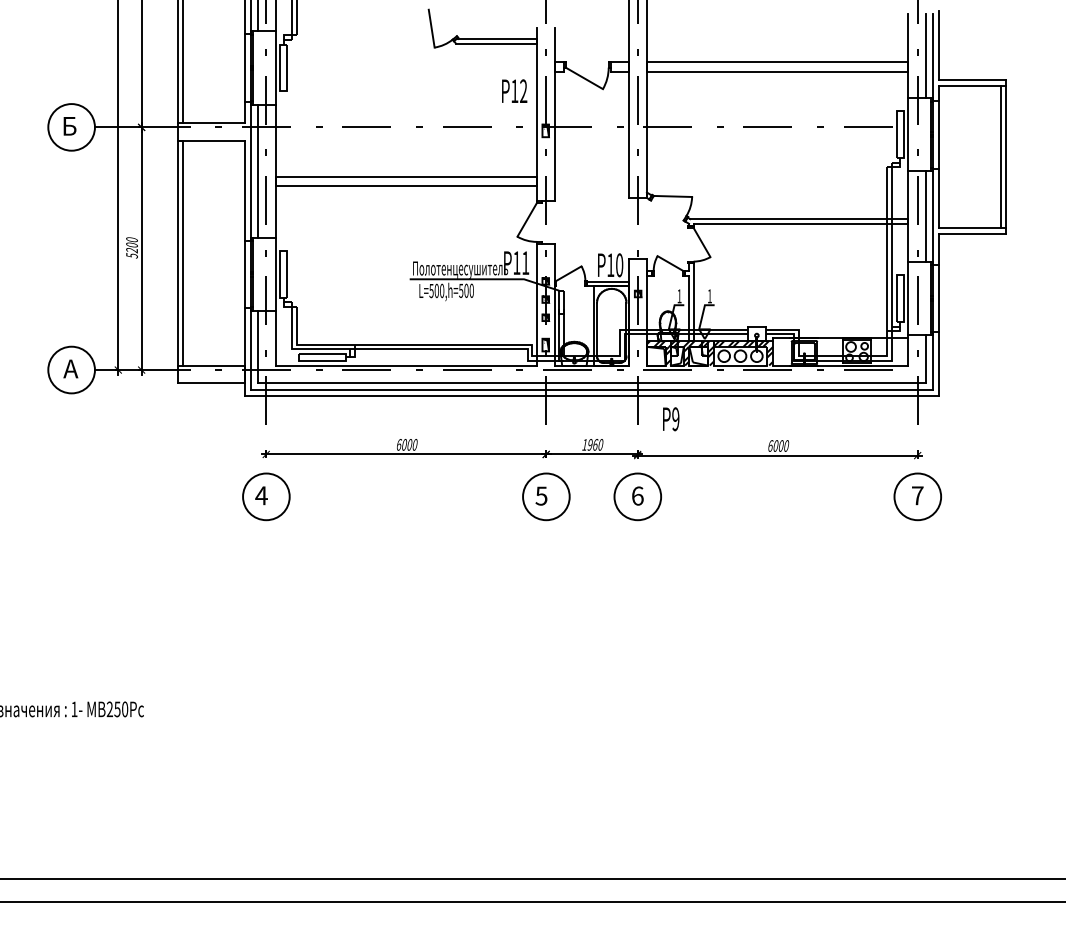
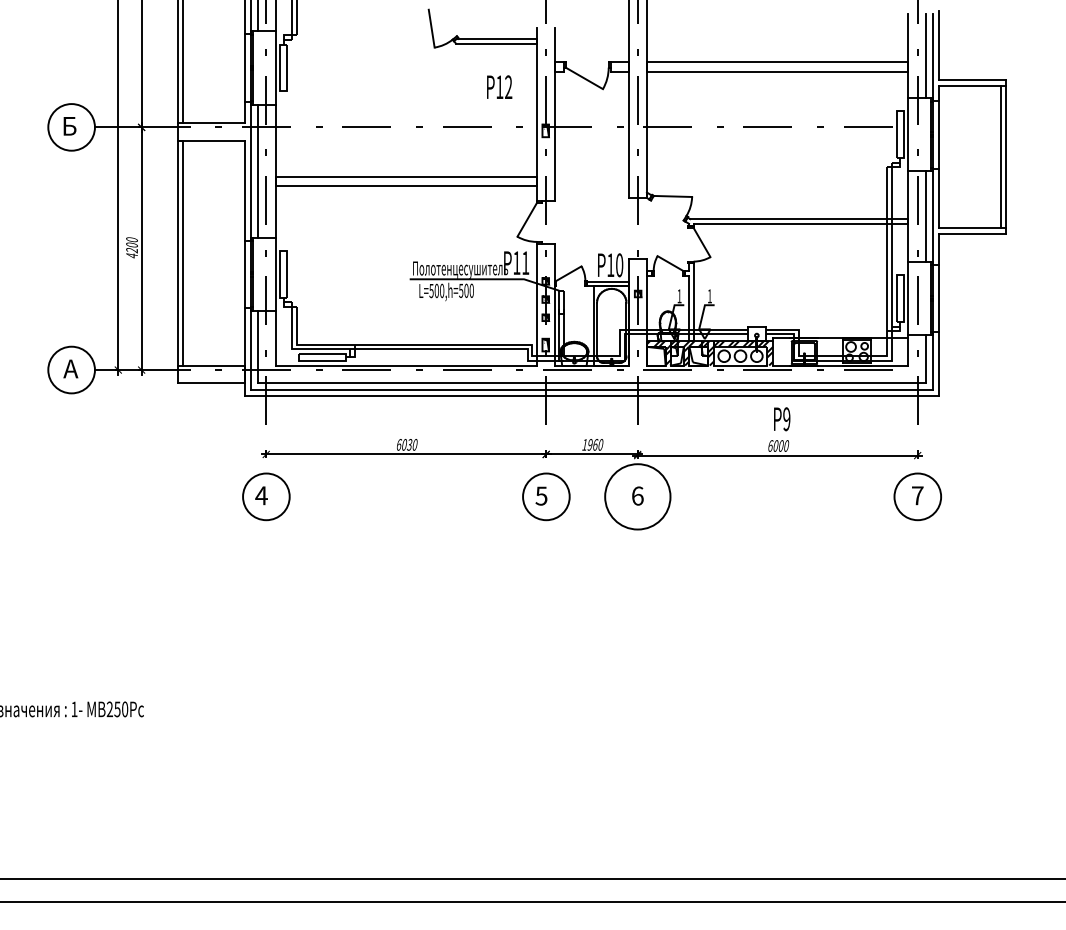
text at (514, 90) position: (514, 90) -> (499, 86)
text at (131, 255): 5200 -> 4200
text at (671, 419) position: (671, 419) -> (782, 419)
text at (409, 444): 6000 -> 6030
circle at (637, 496) diameter: 47 px -> 65 px
